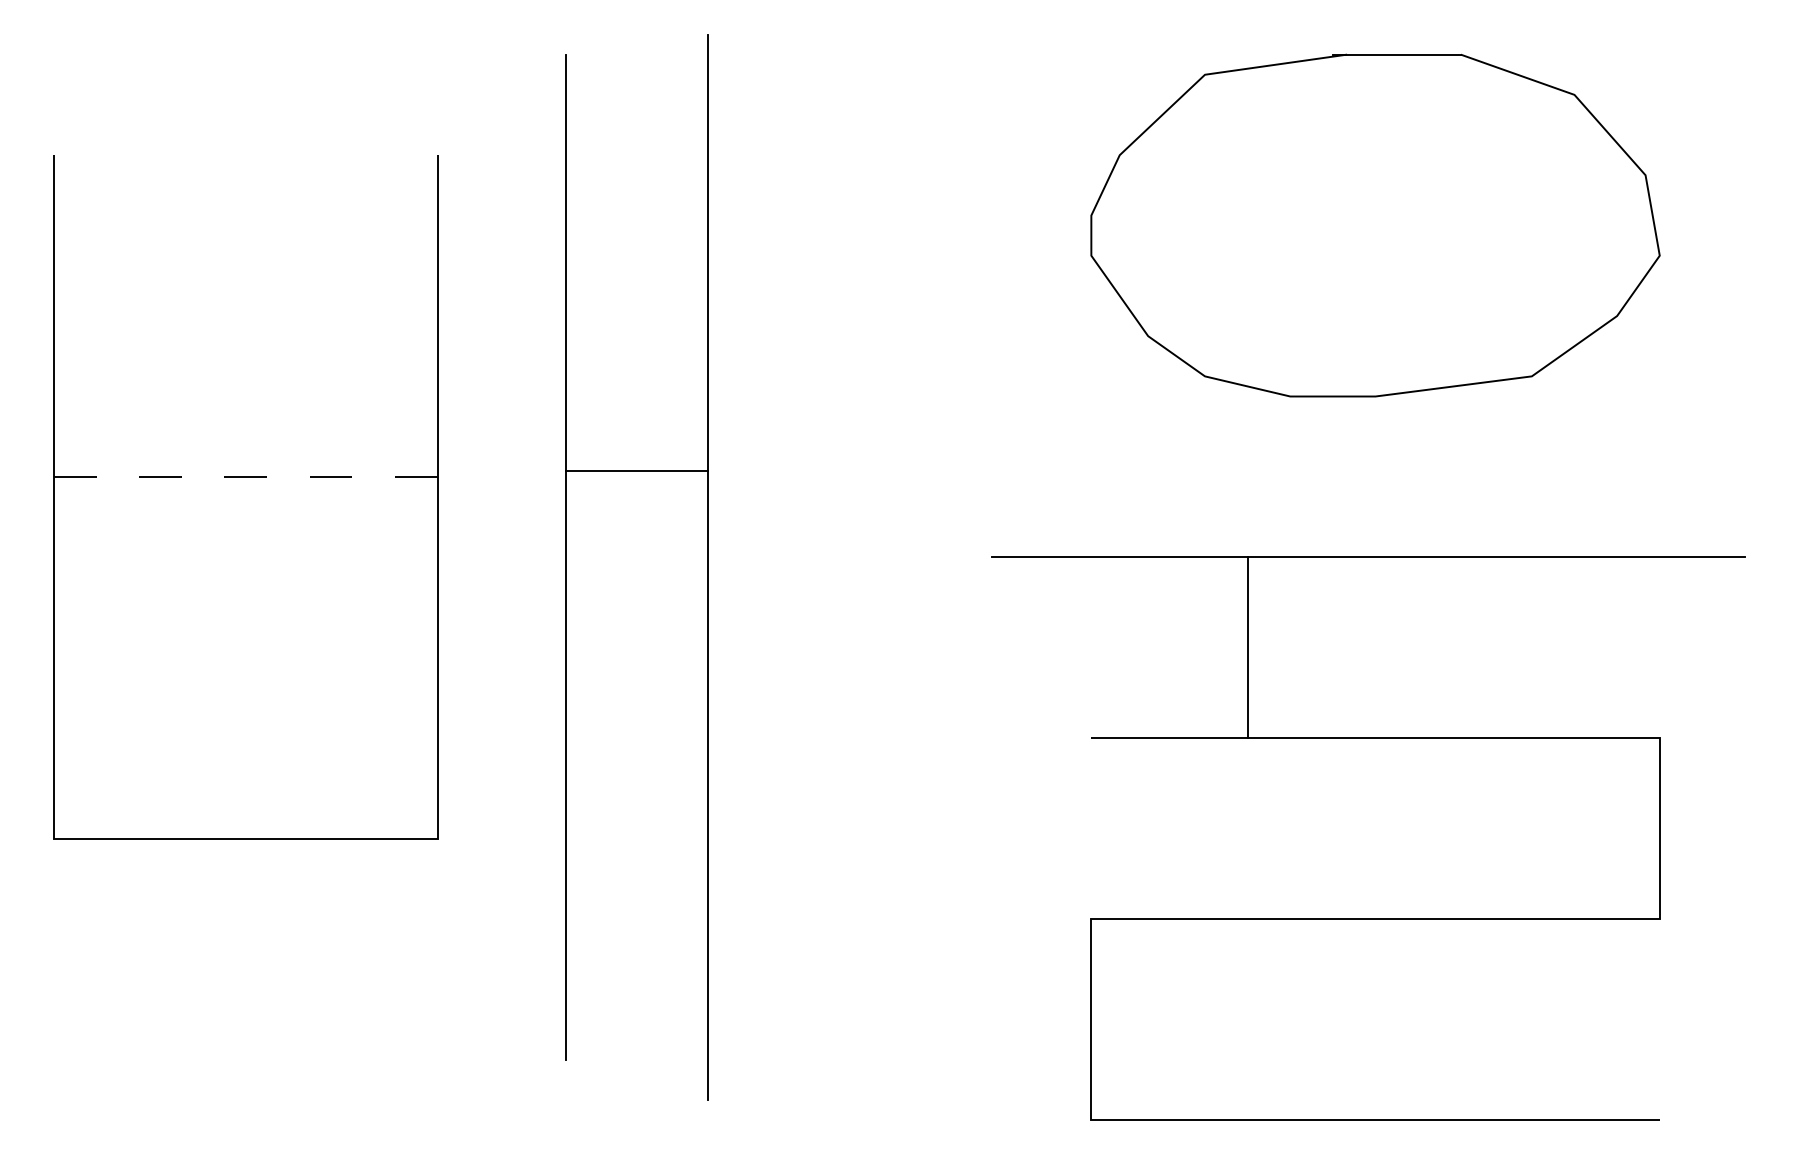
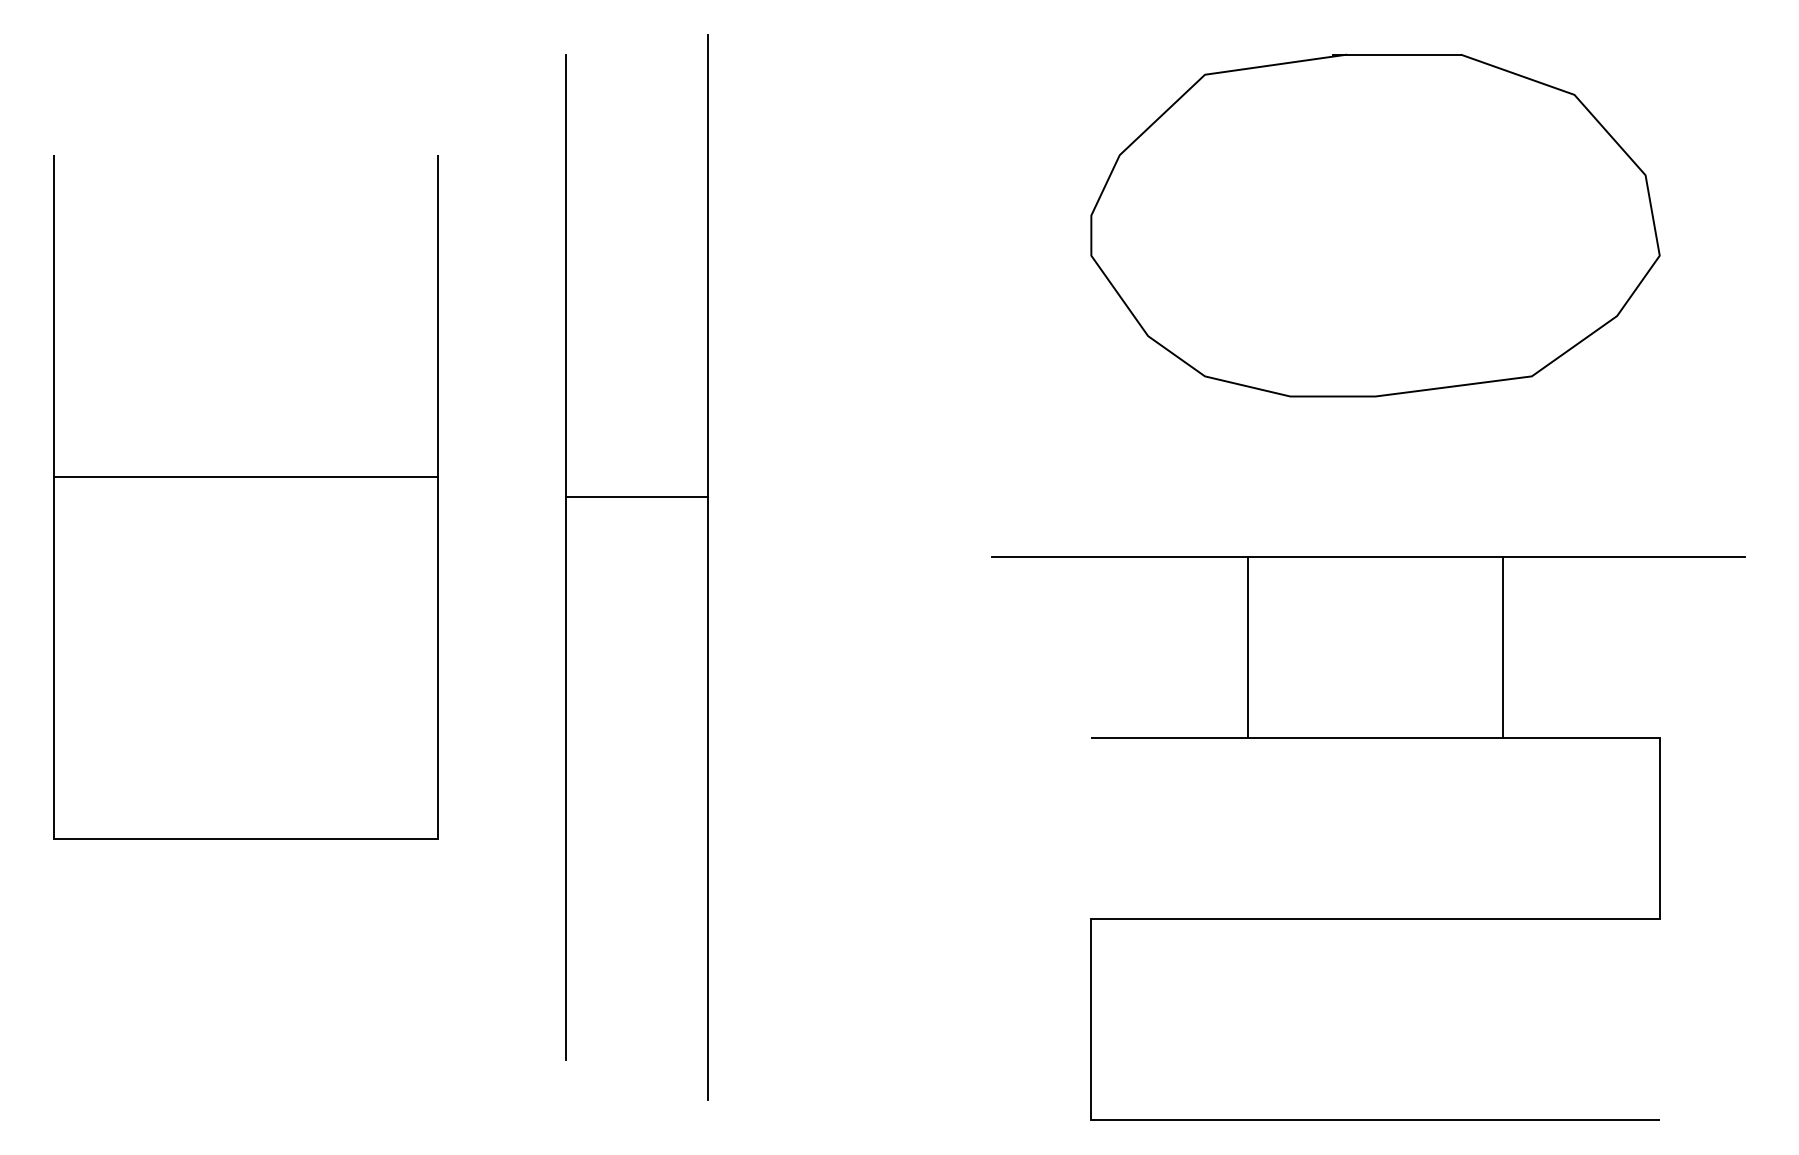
line at (636, 471) position: (636, 471) -> (636, 497)
line at (245, 476): dashed -> solid
line at (1503, 647): none -> present
